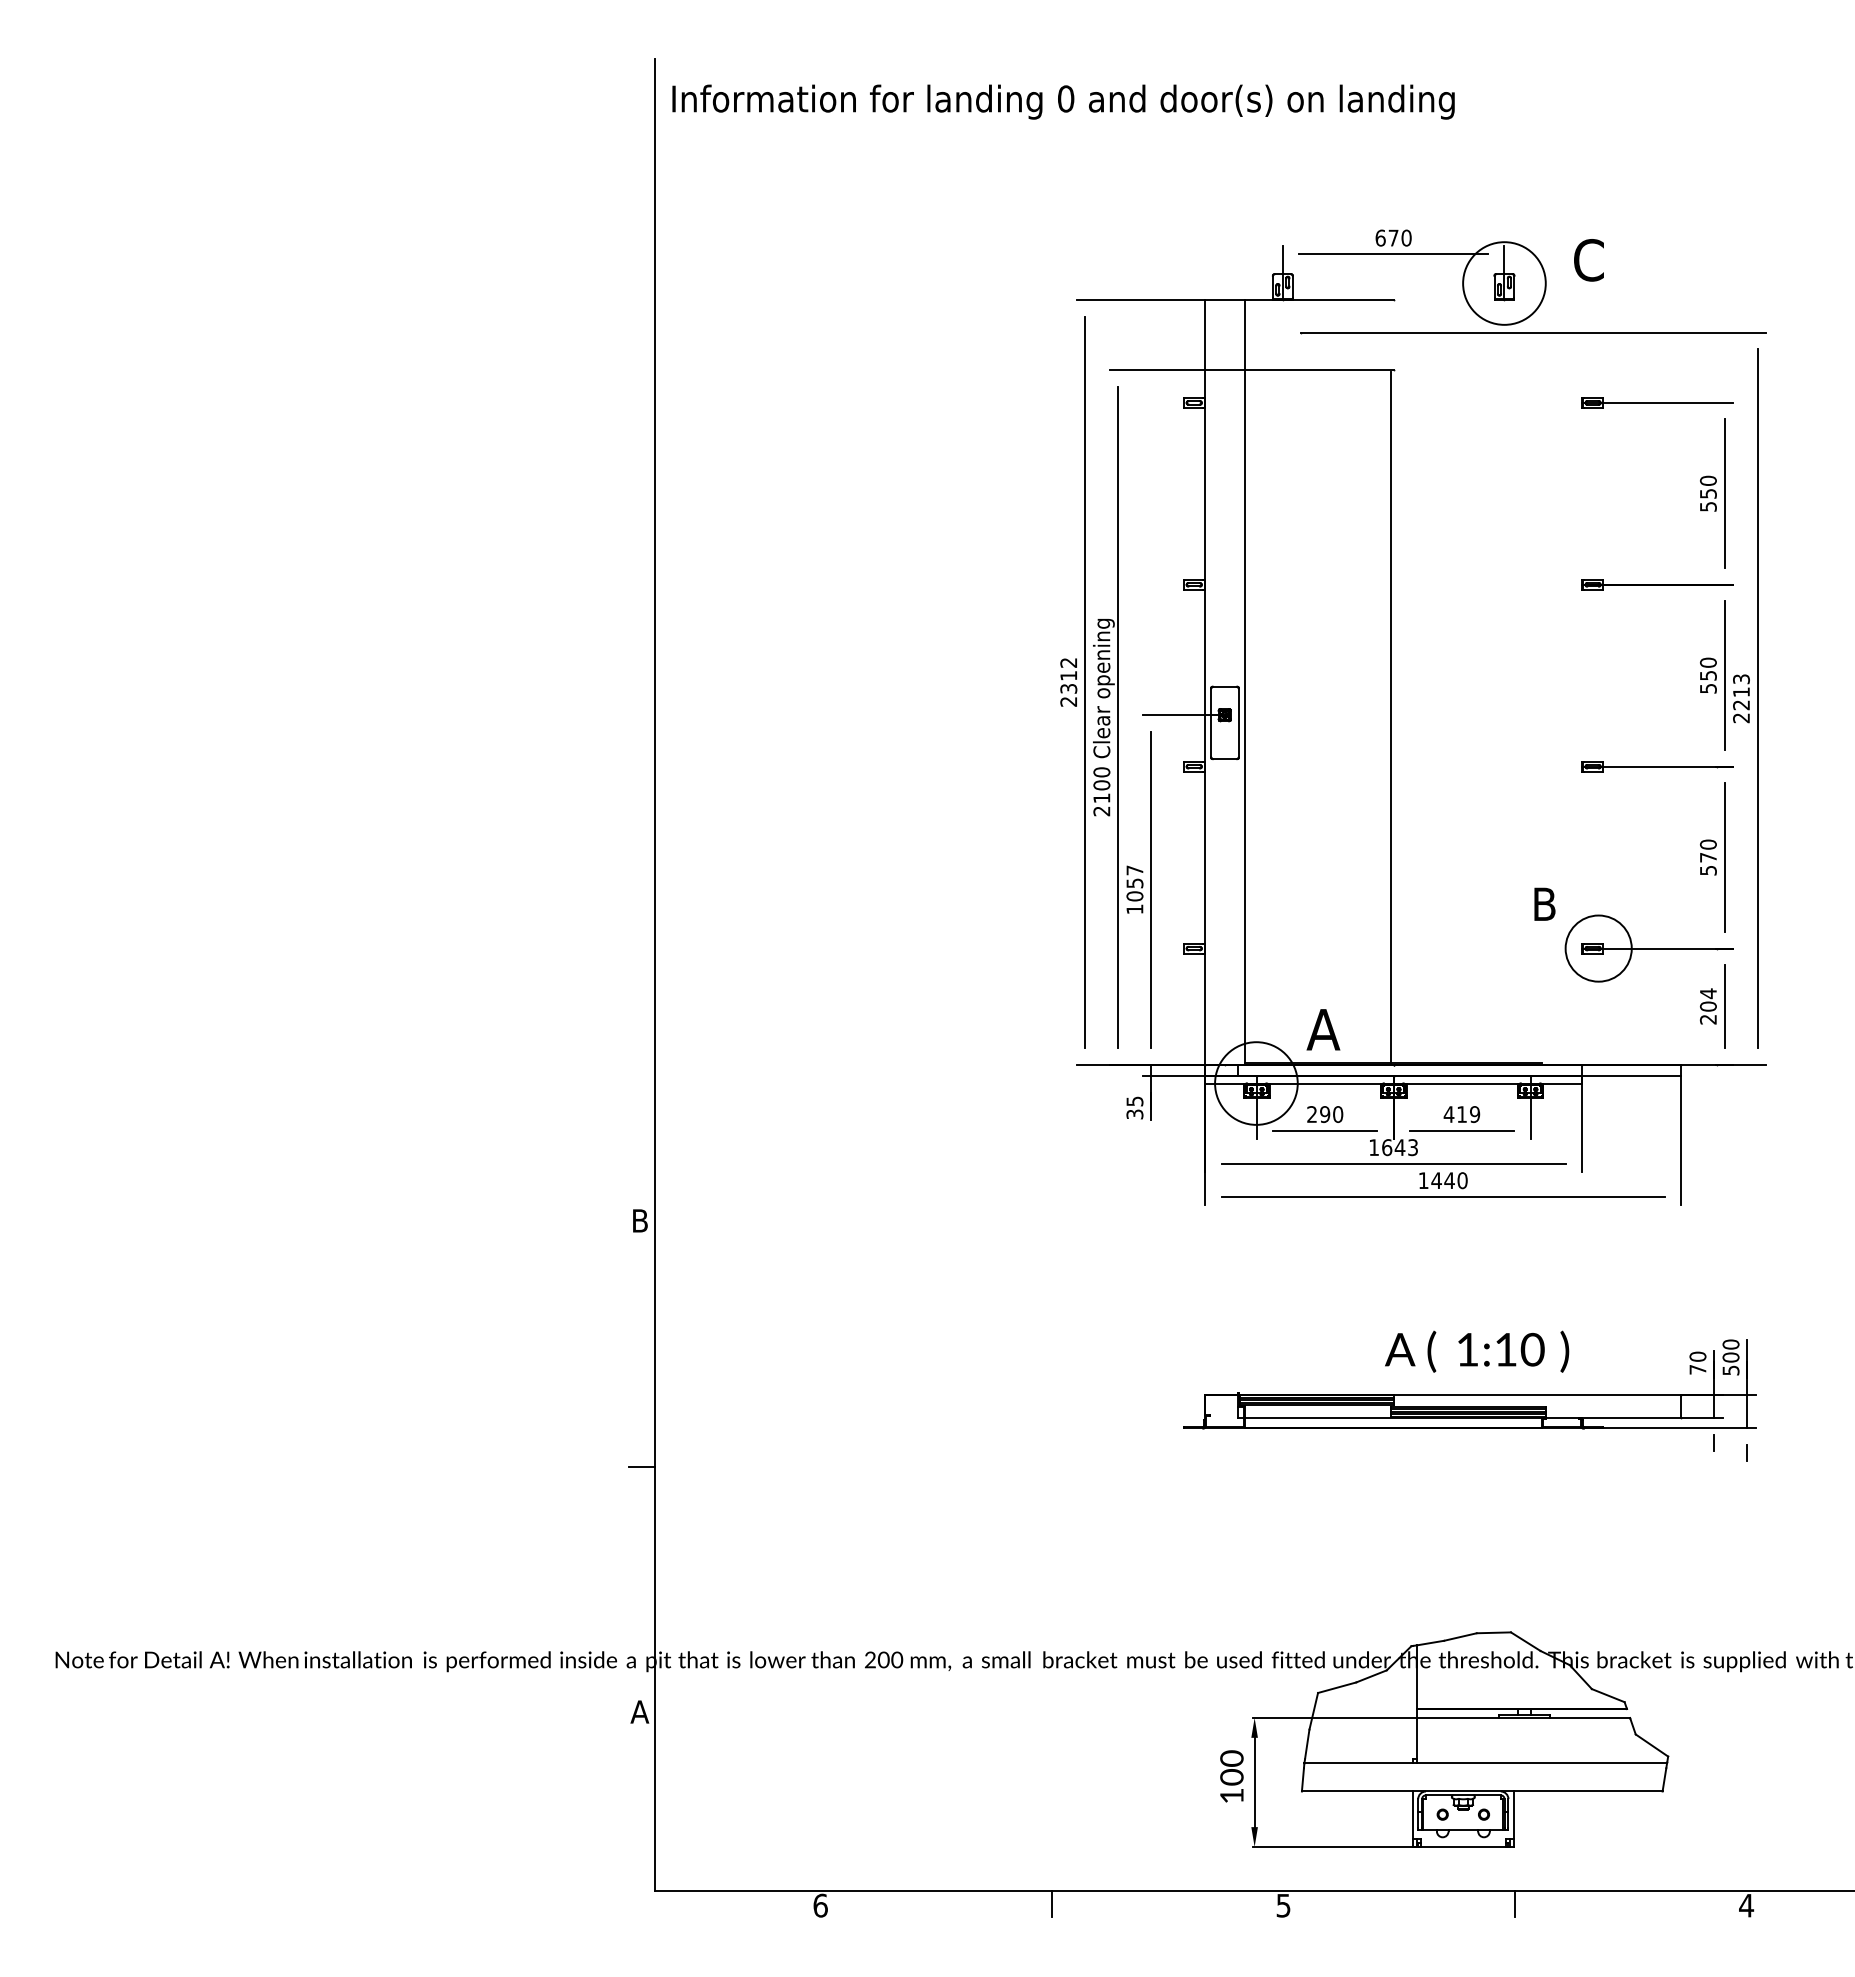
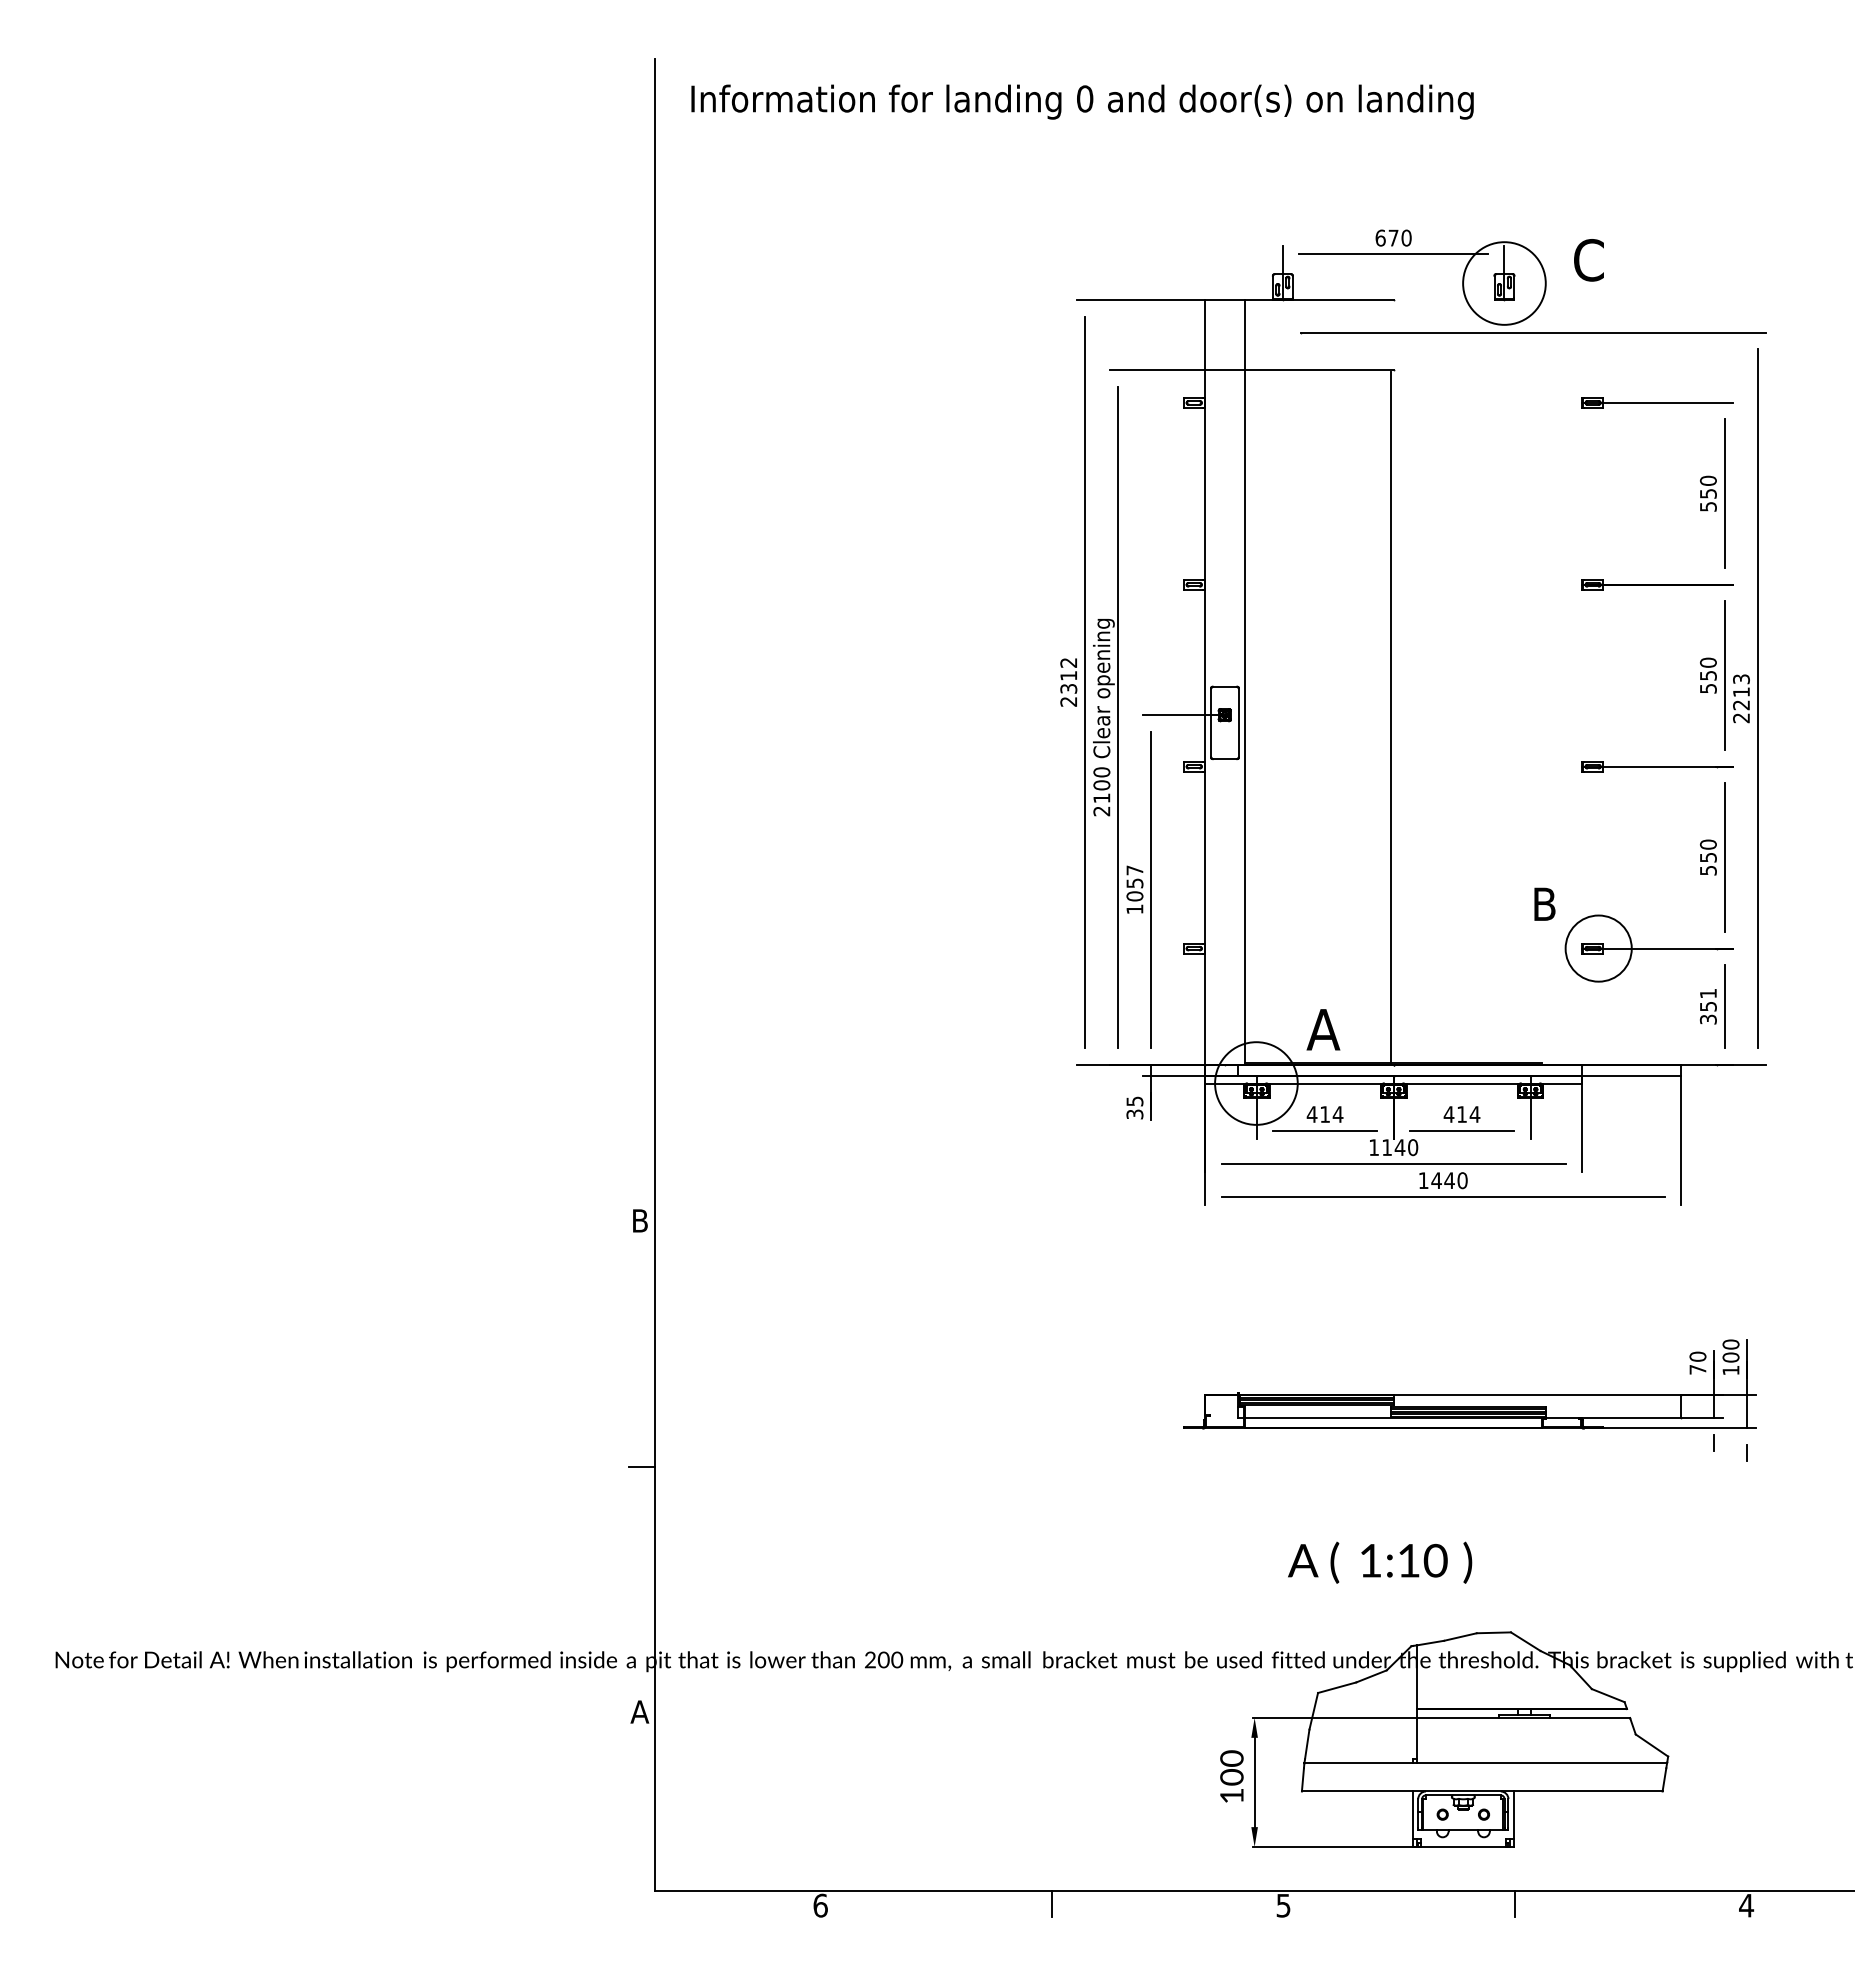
text at (1063, 101) position: (1063, 101) -> (1082, 101)
text at (1708, 857): 570 -> 550
text at (1707, 1006): 204 -> 351
text at (1324, 1114): 290 -> 414
text at (1474, 1114): 419 -> 414
text at (1400, 1147): 1643 -> 1140
text at (1477, 1351) position: (1477, 1351) -> (1380, 1562)
text at (1730, 1370): 500 -> 100
